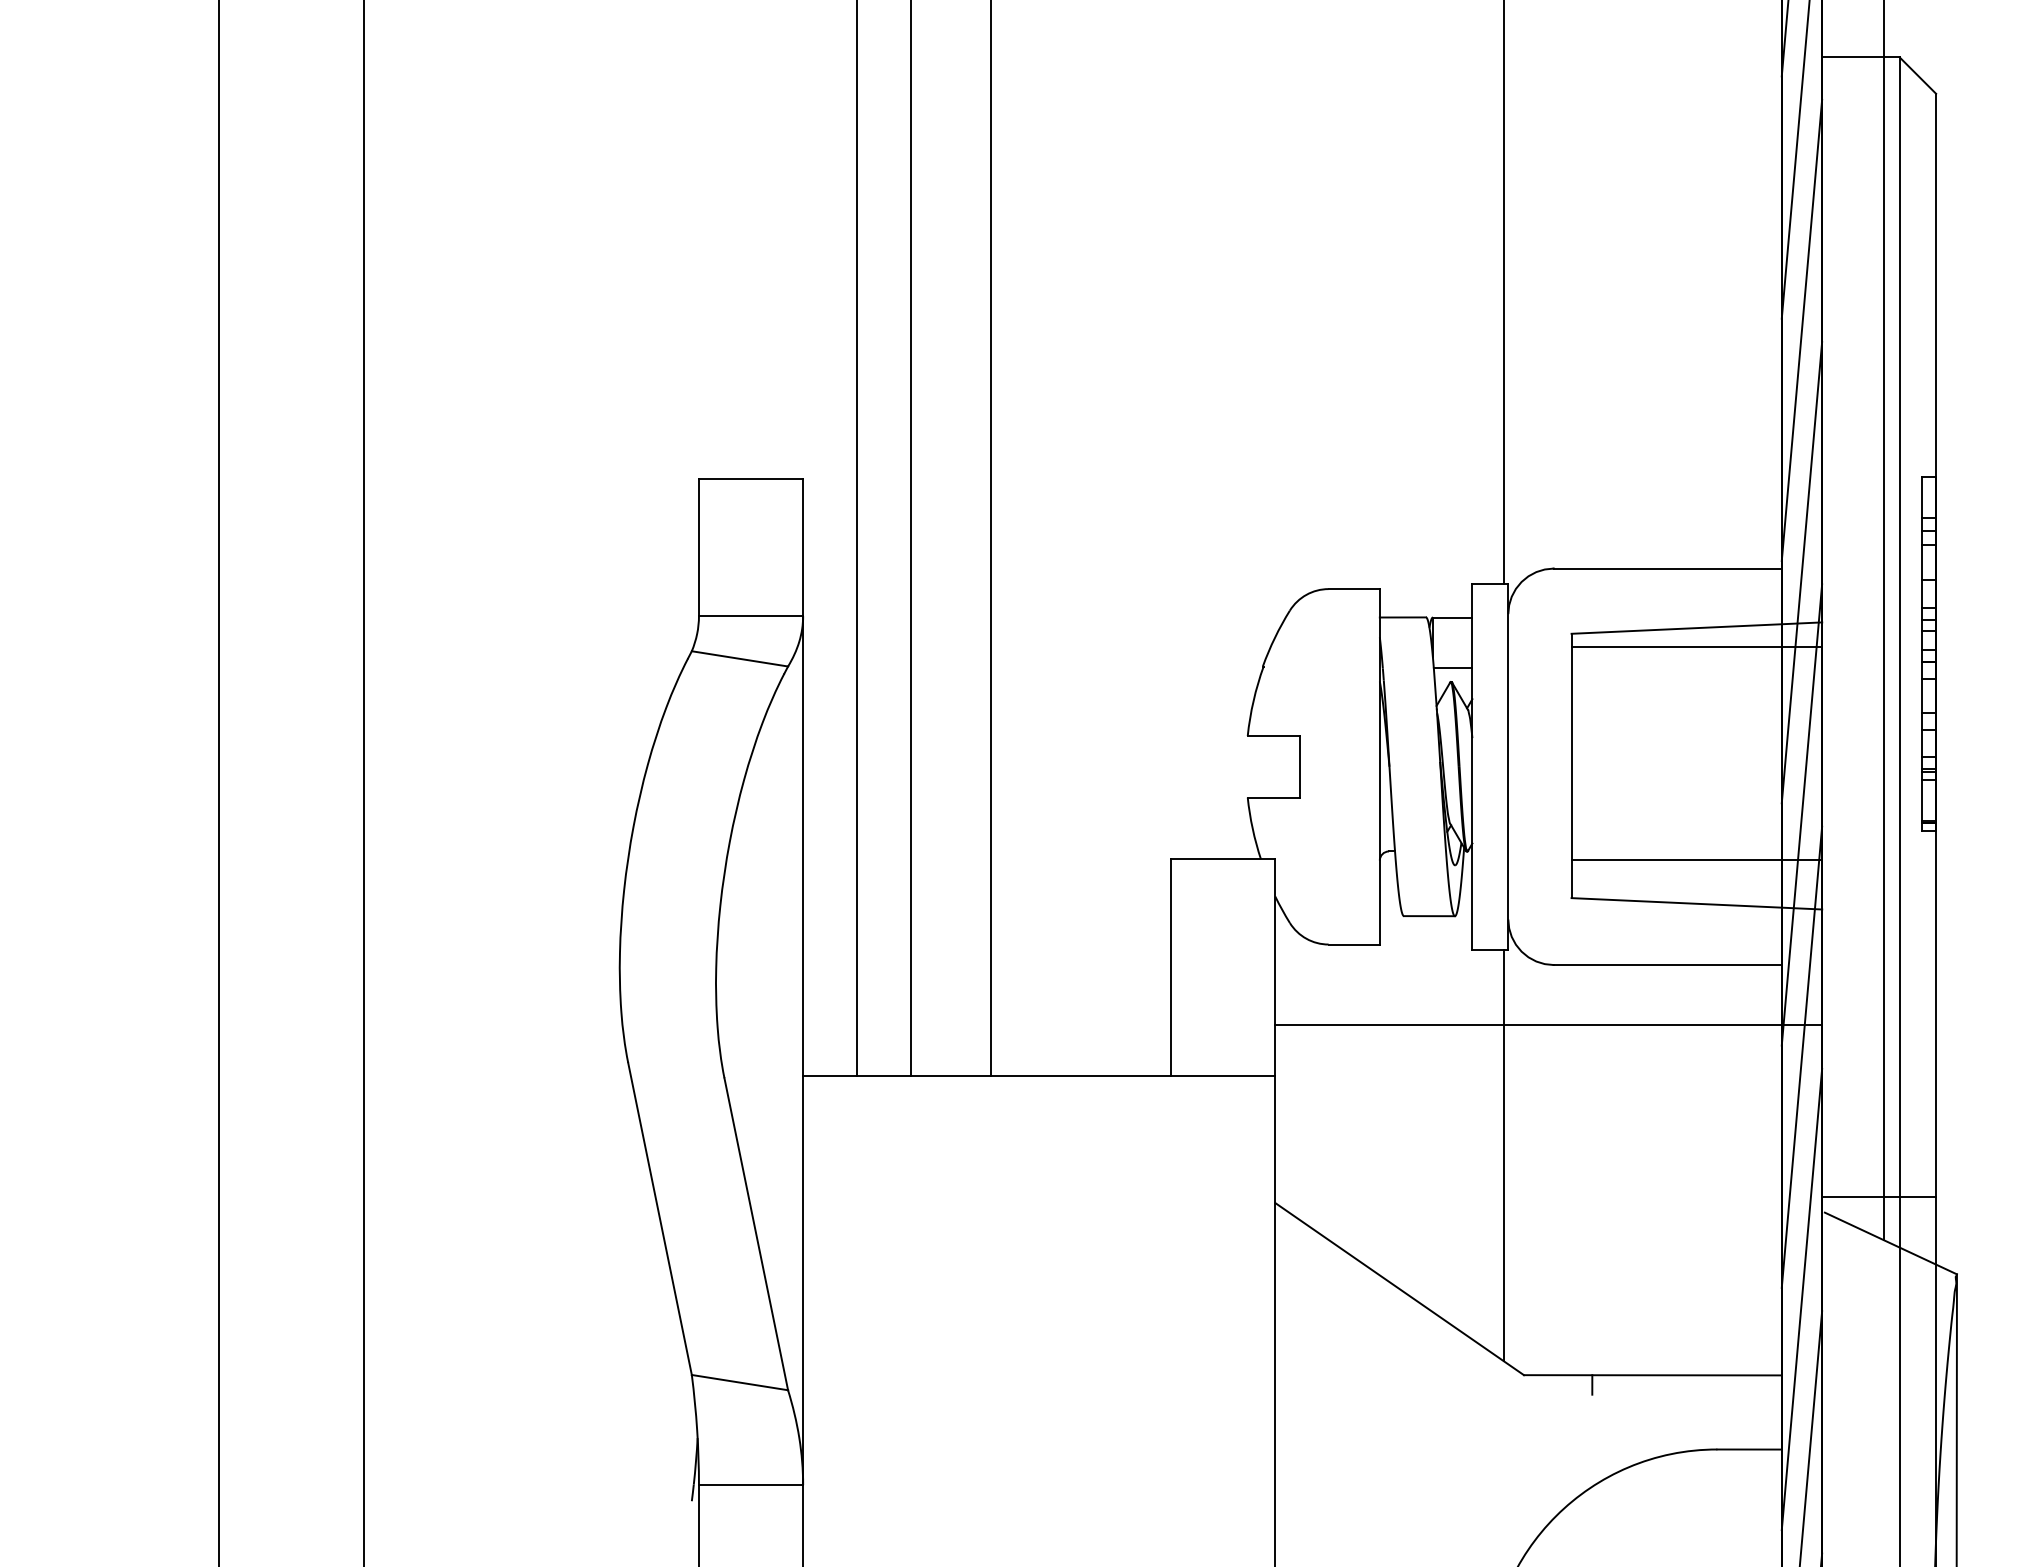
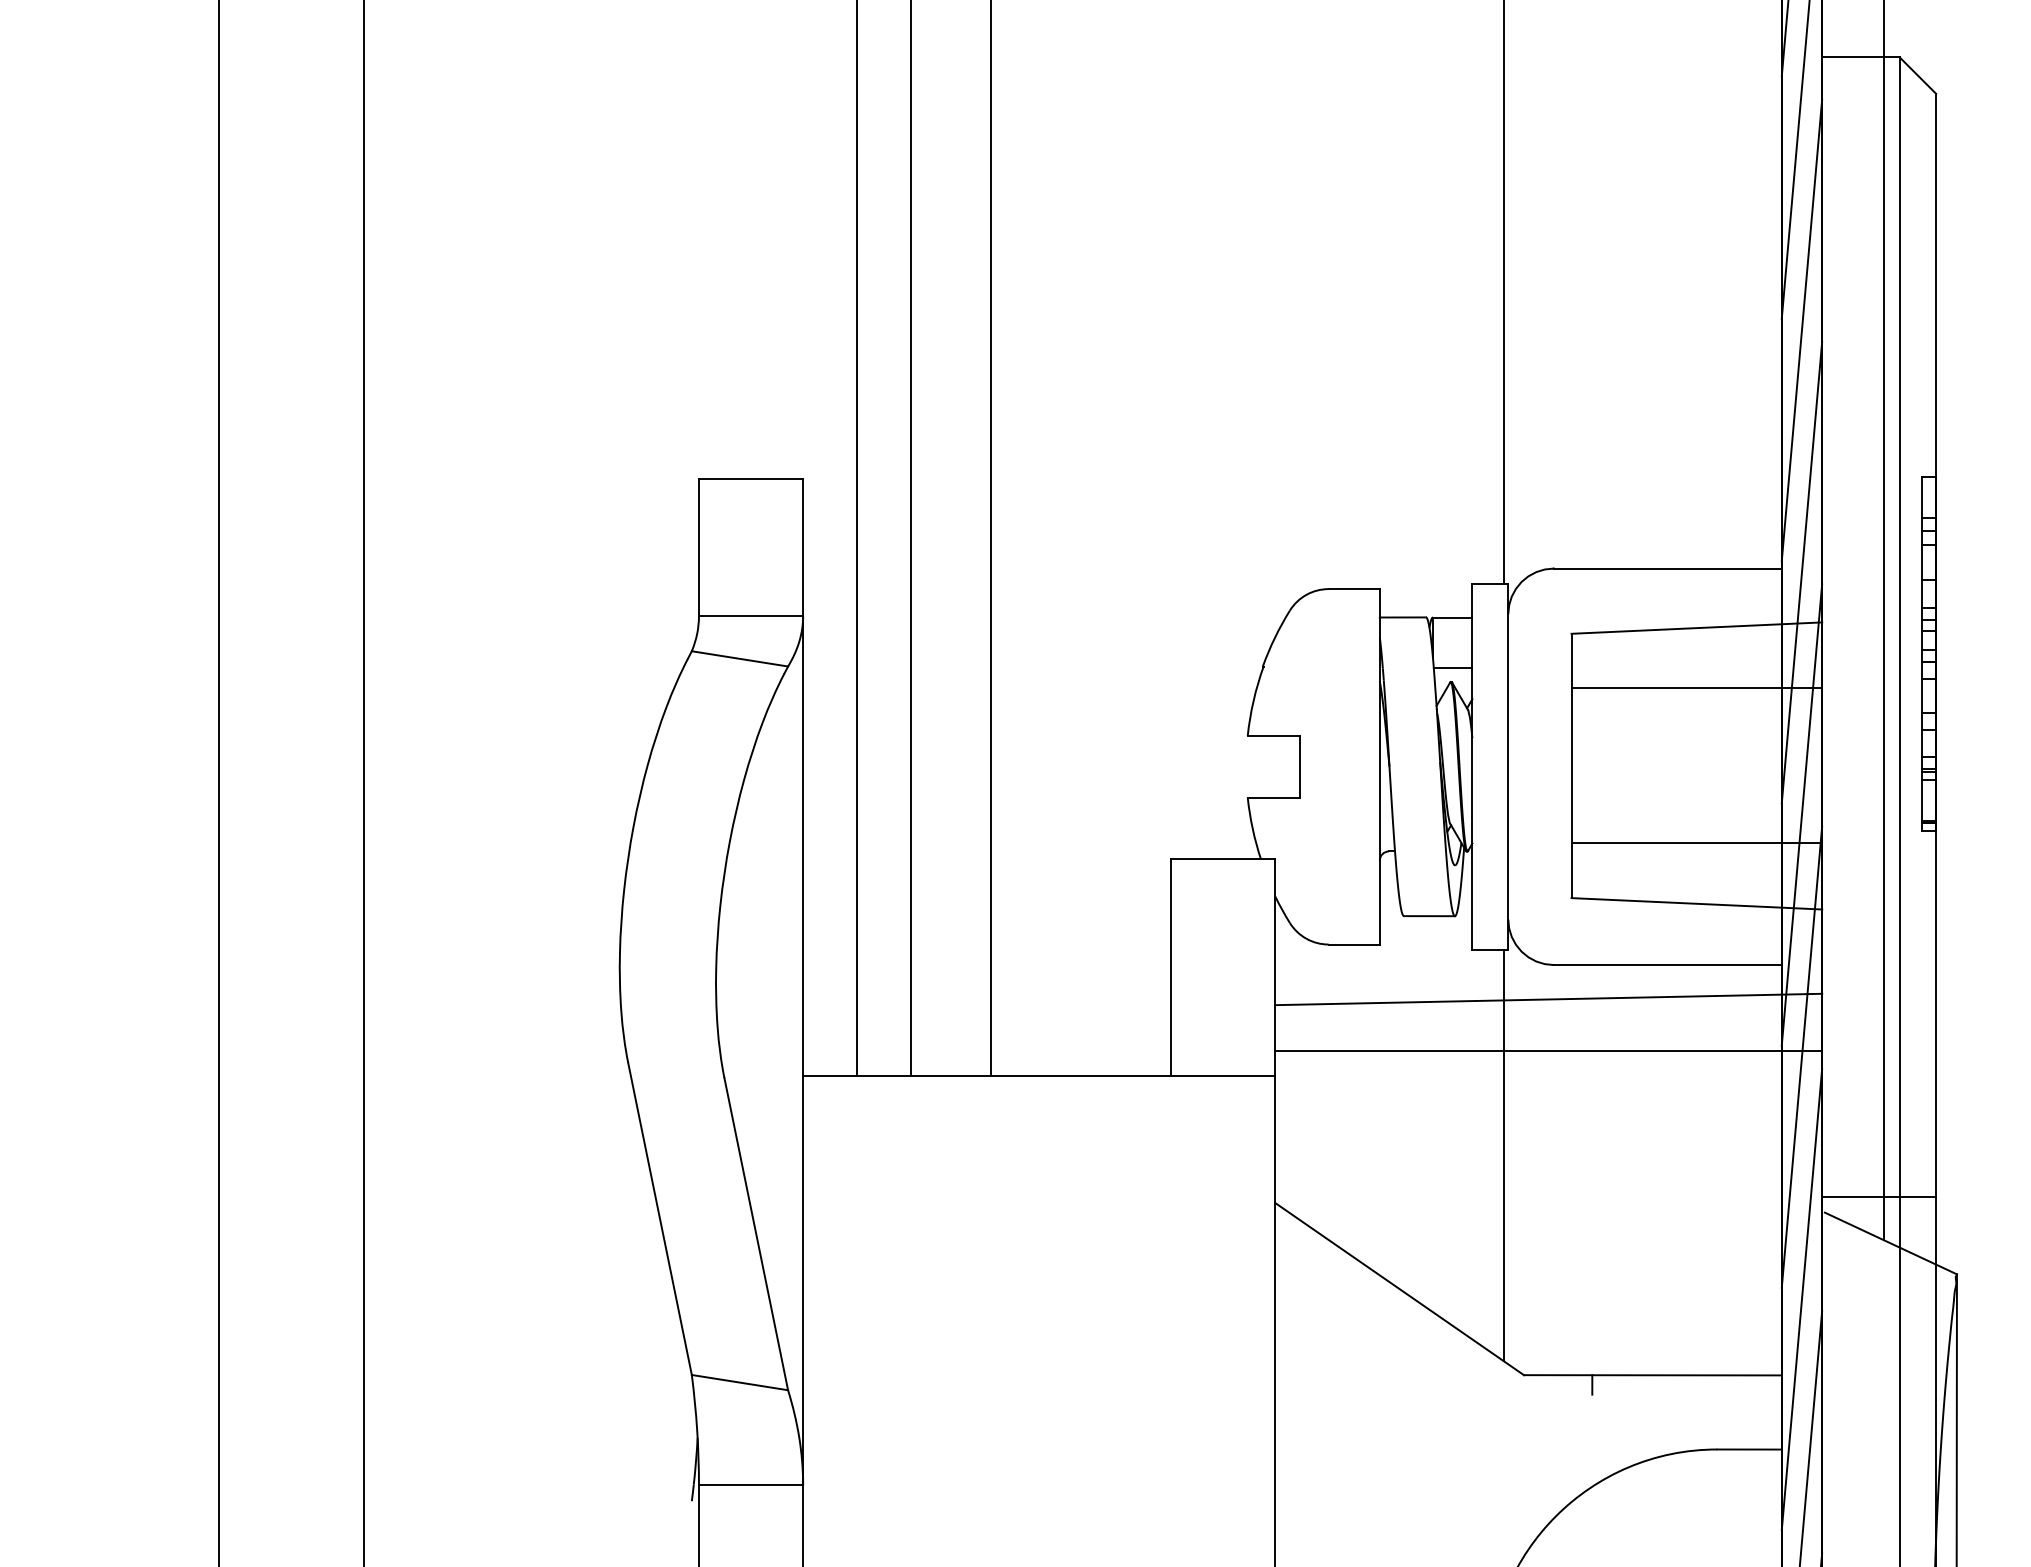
line at (1696, 647) position: (1696, 647) -> (1696, 688)
line at (1696, 860) position: (1696, 860) -> (1696, 843)
line at (1548, 999): none -> present
line at (1548, 1024) position: (1548, 1024) -> (1548, 1050)
